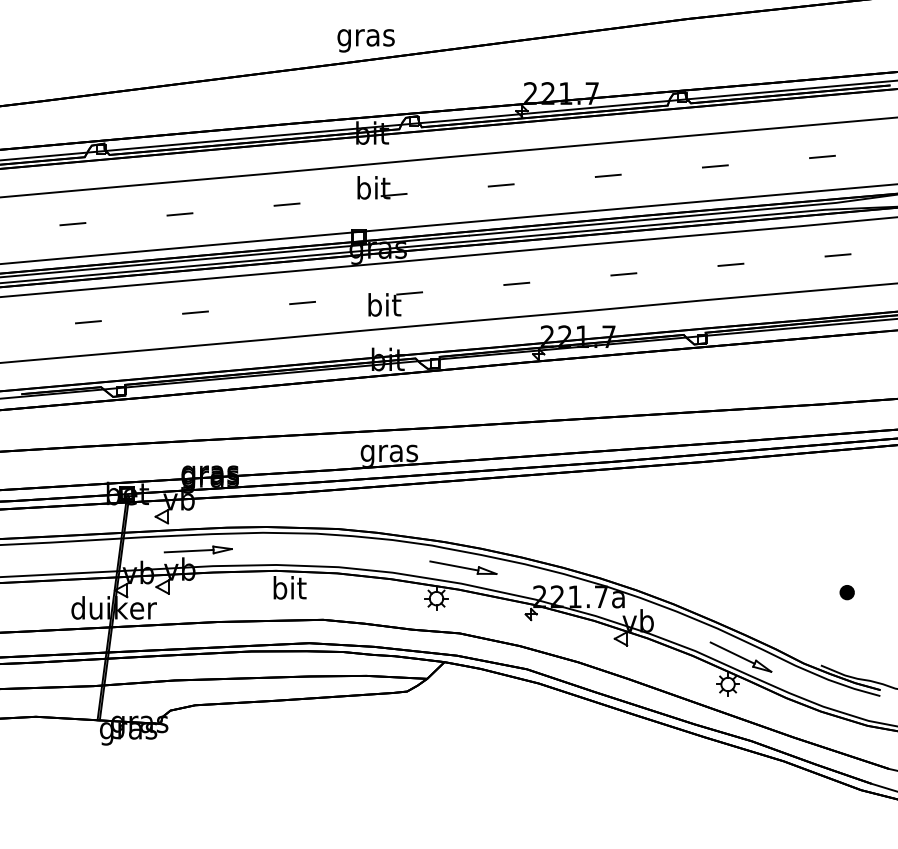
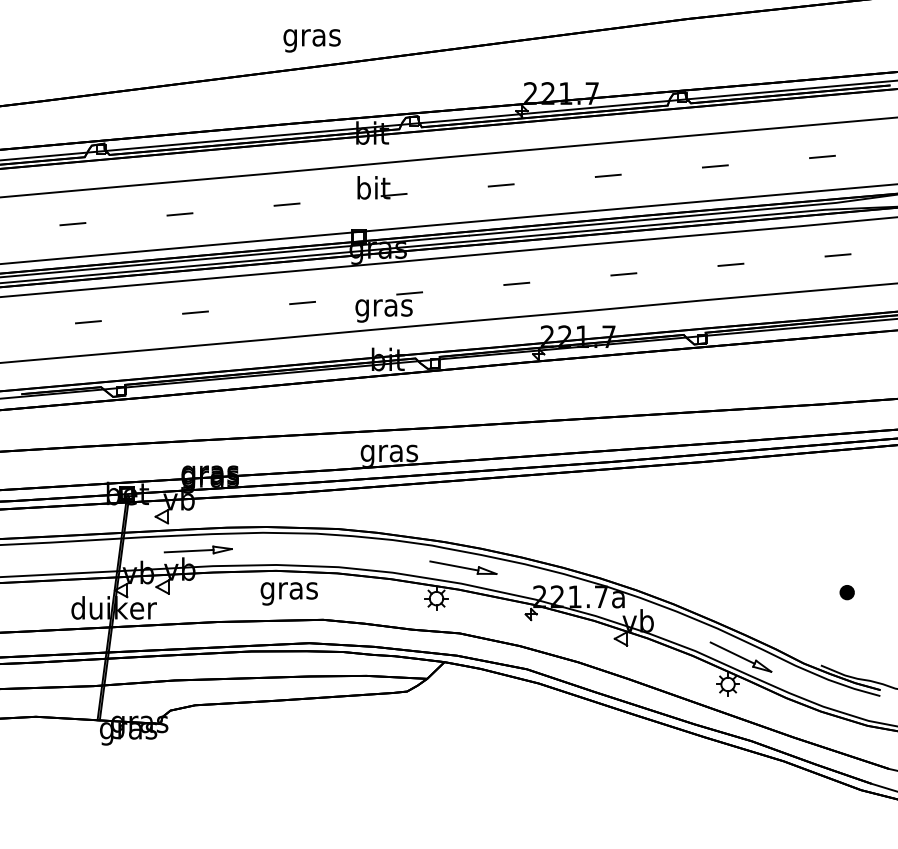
text at (365, 40) position: (365, 40) -> (311, 40)
text at (383, 307): bit -> gras
text at (288, 590): bit -> gras
